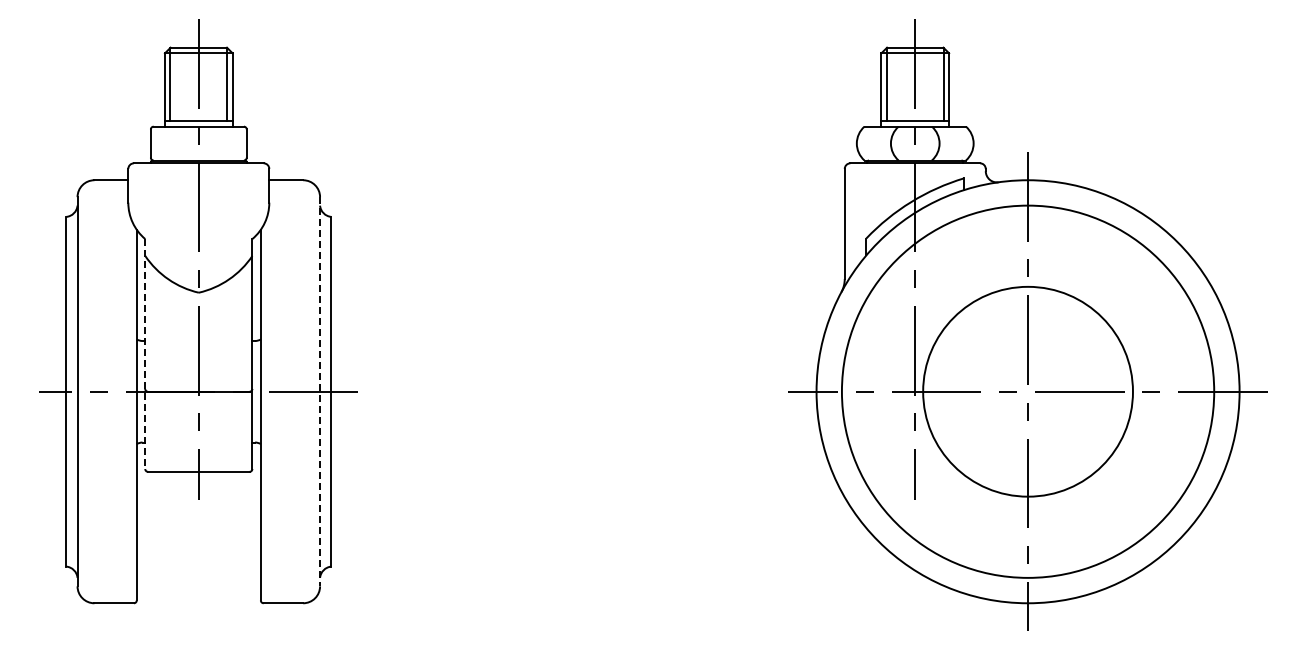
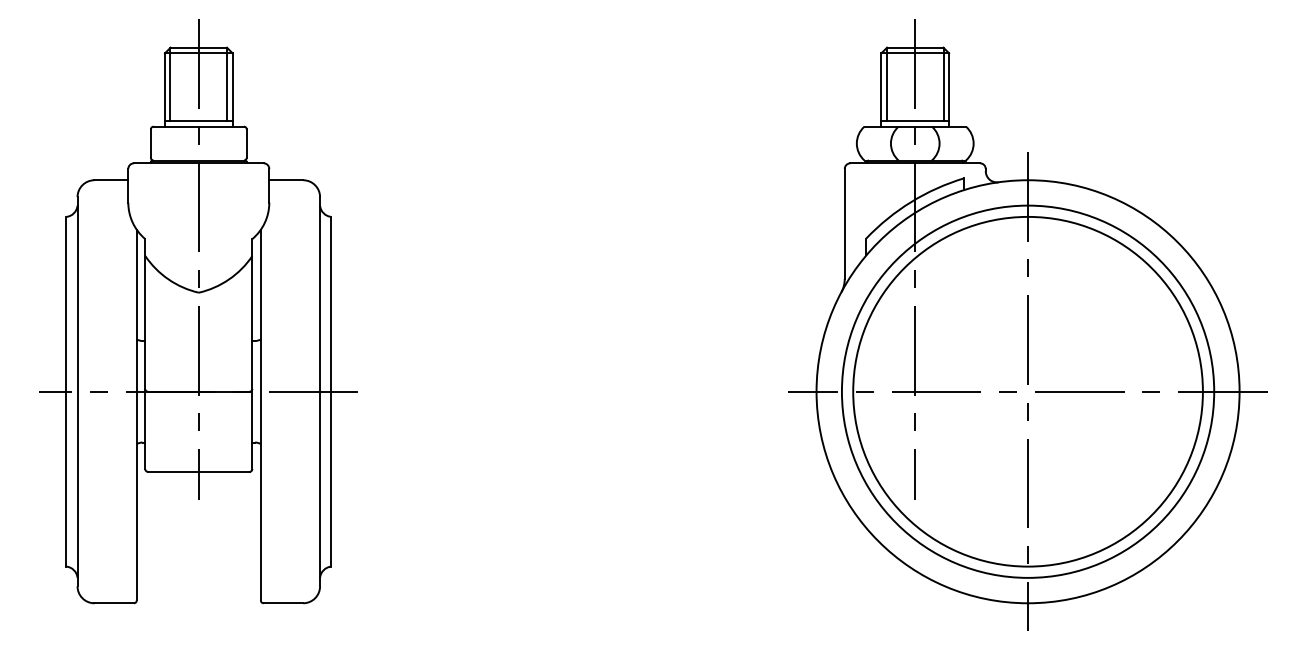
line at (145, 354): dashed -> solid
line at (320, 391): dashed -> solid
circle at (1027, 391) diameter: 210 px -> 350 px
